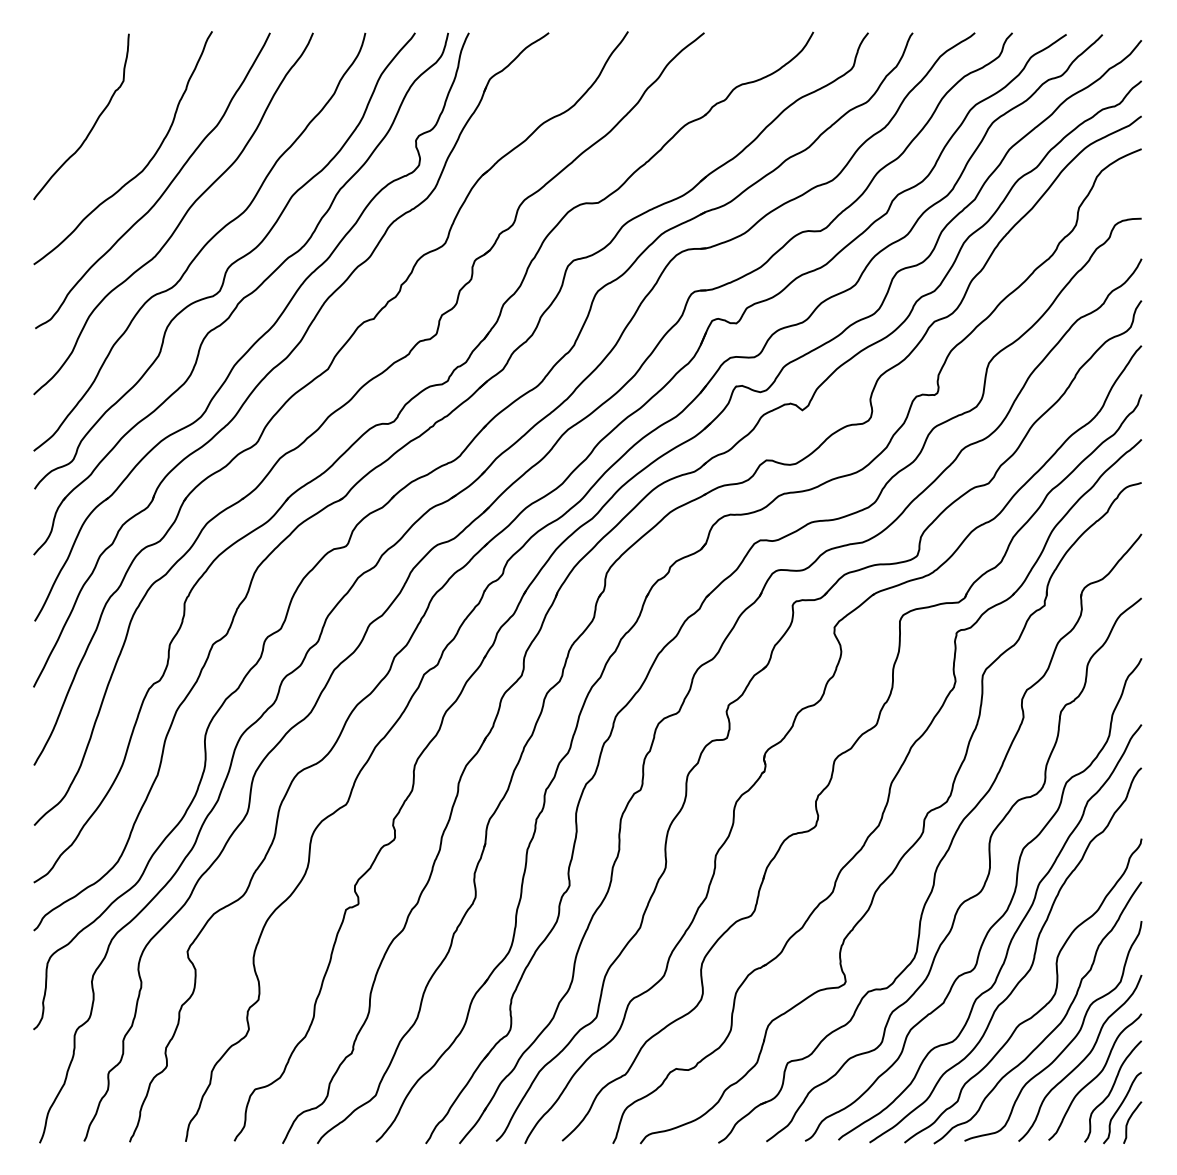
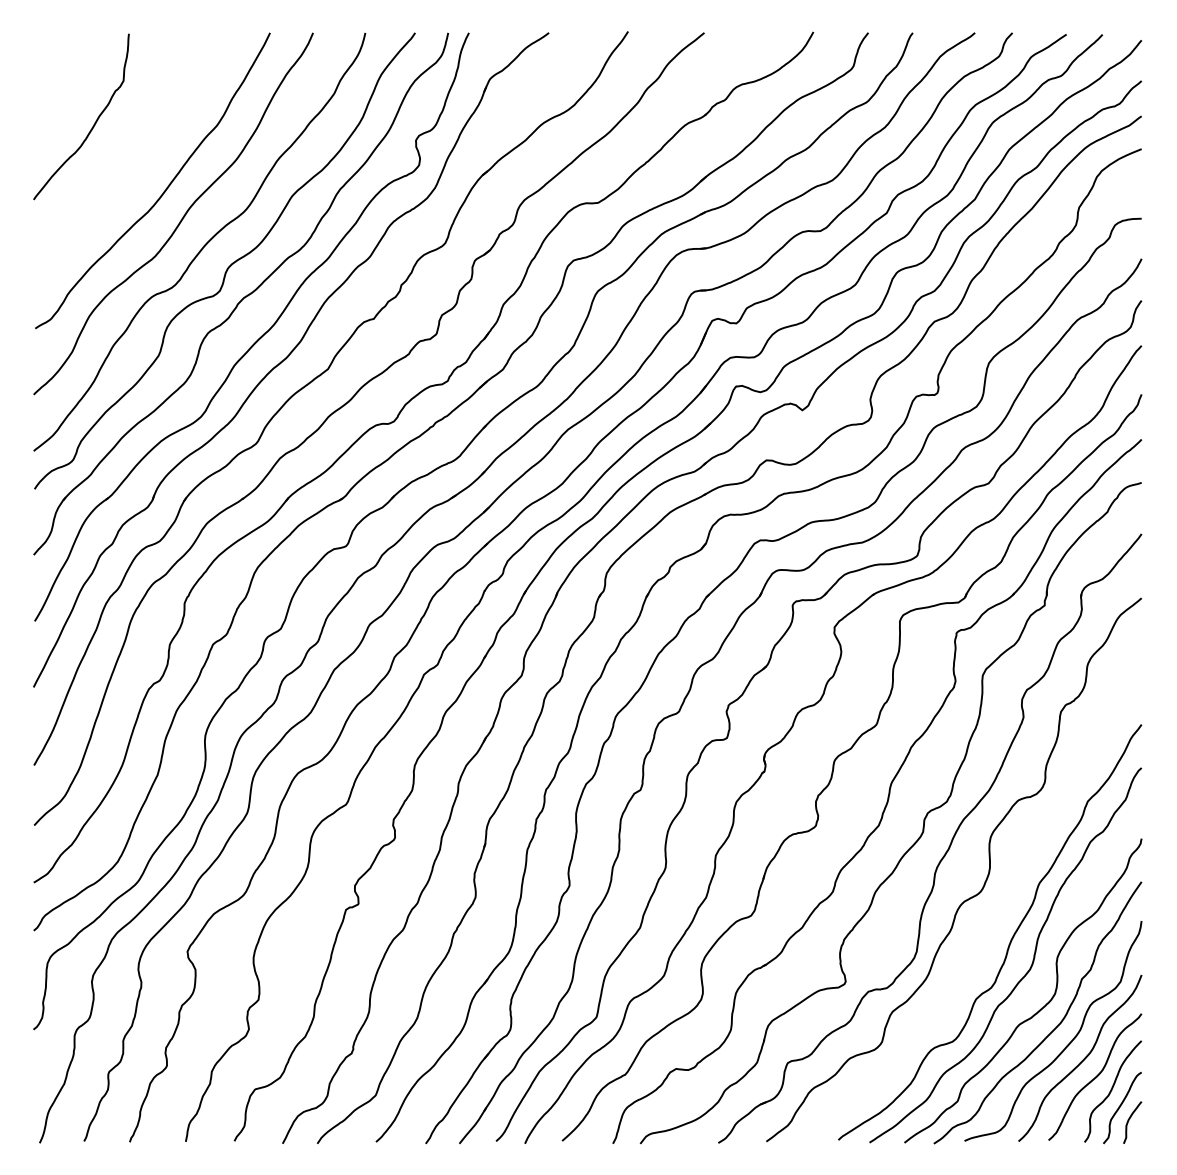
curve at (145, 165): present -> none
curve at (995, 921): present -> none
